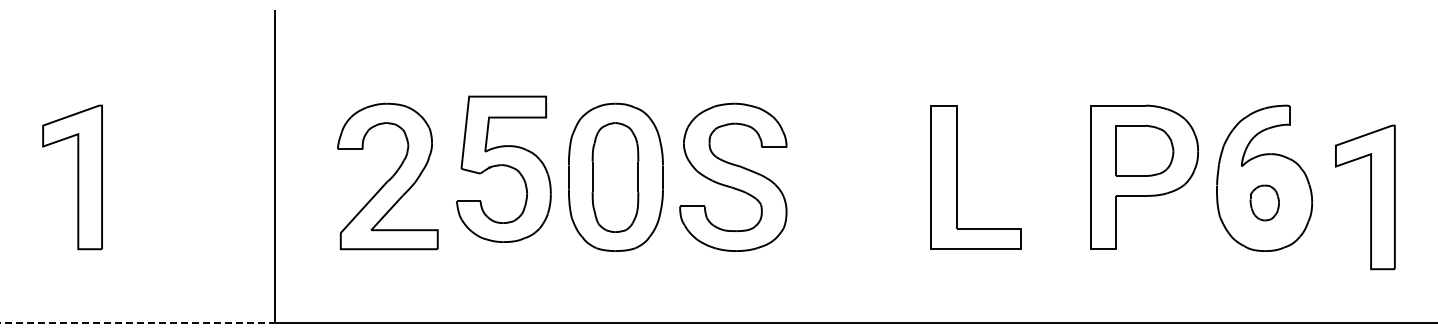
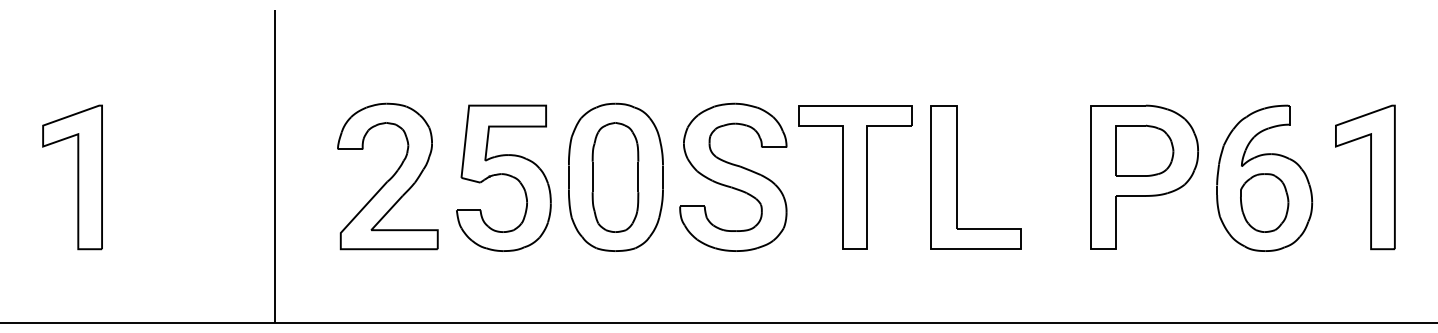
part at (503, 168) position: (503, 168) -> (503, 177)
part at (855, 177): none -> present
part at (1365, 197) position: (1365, 197) -> (1365, 177)
part at (1264, 202) size: 31x38 px -> 50x60 px
line at (138, 322): dashed -> solid
